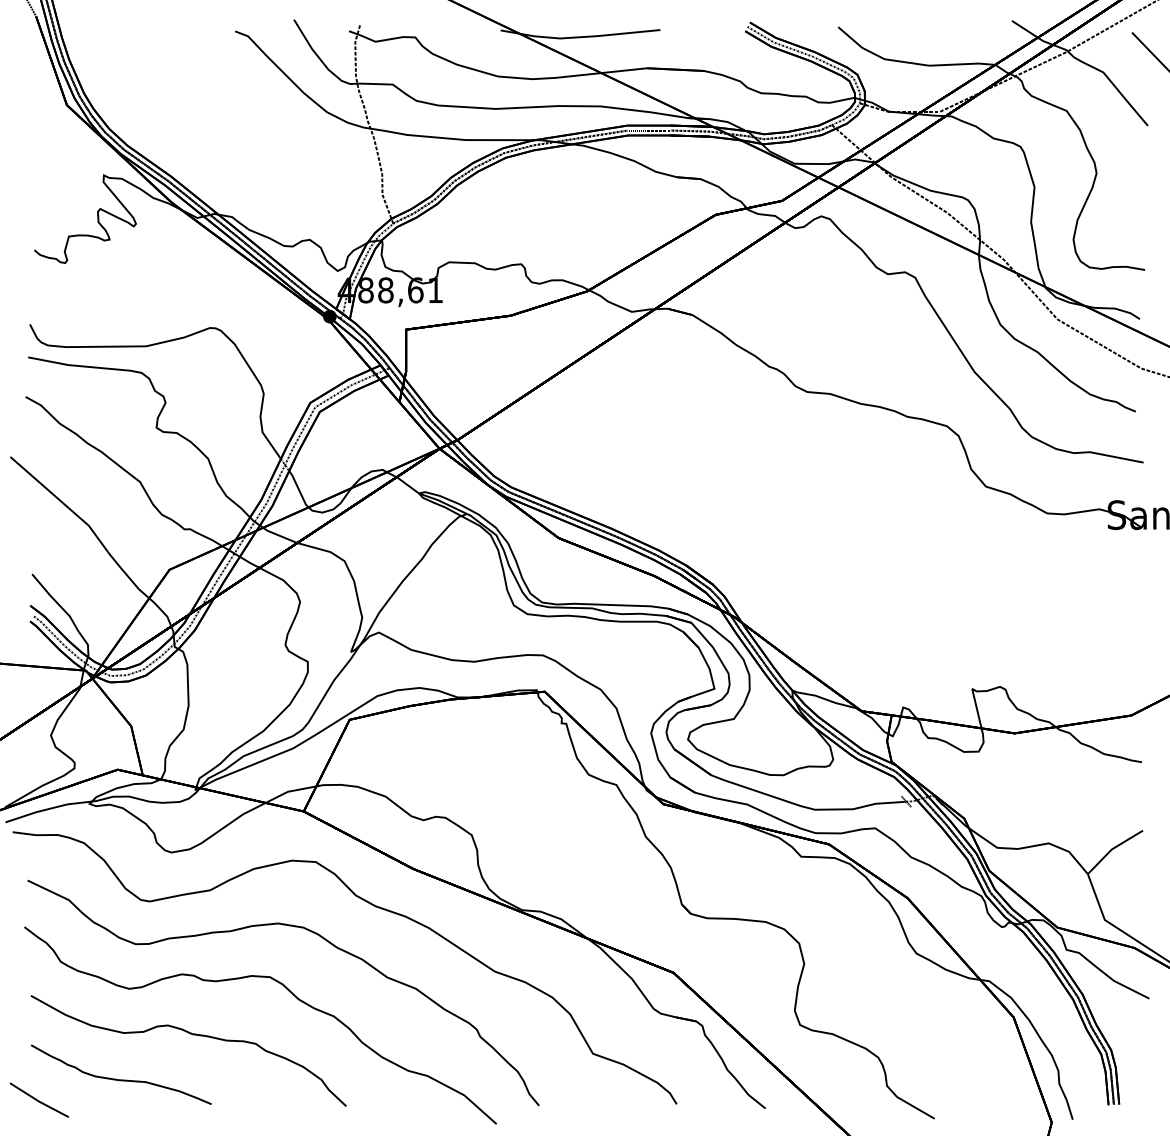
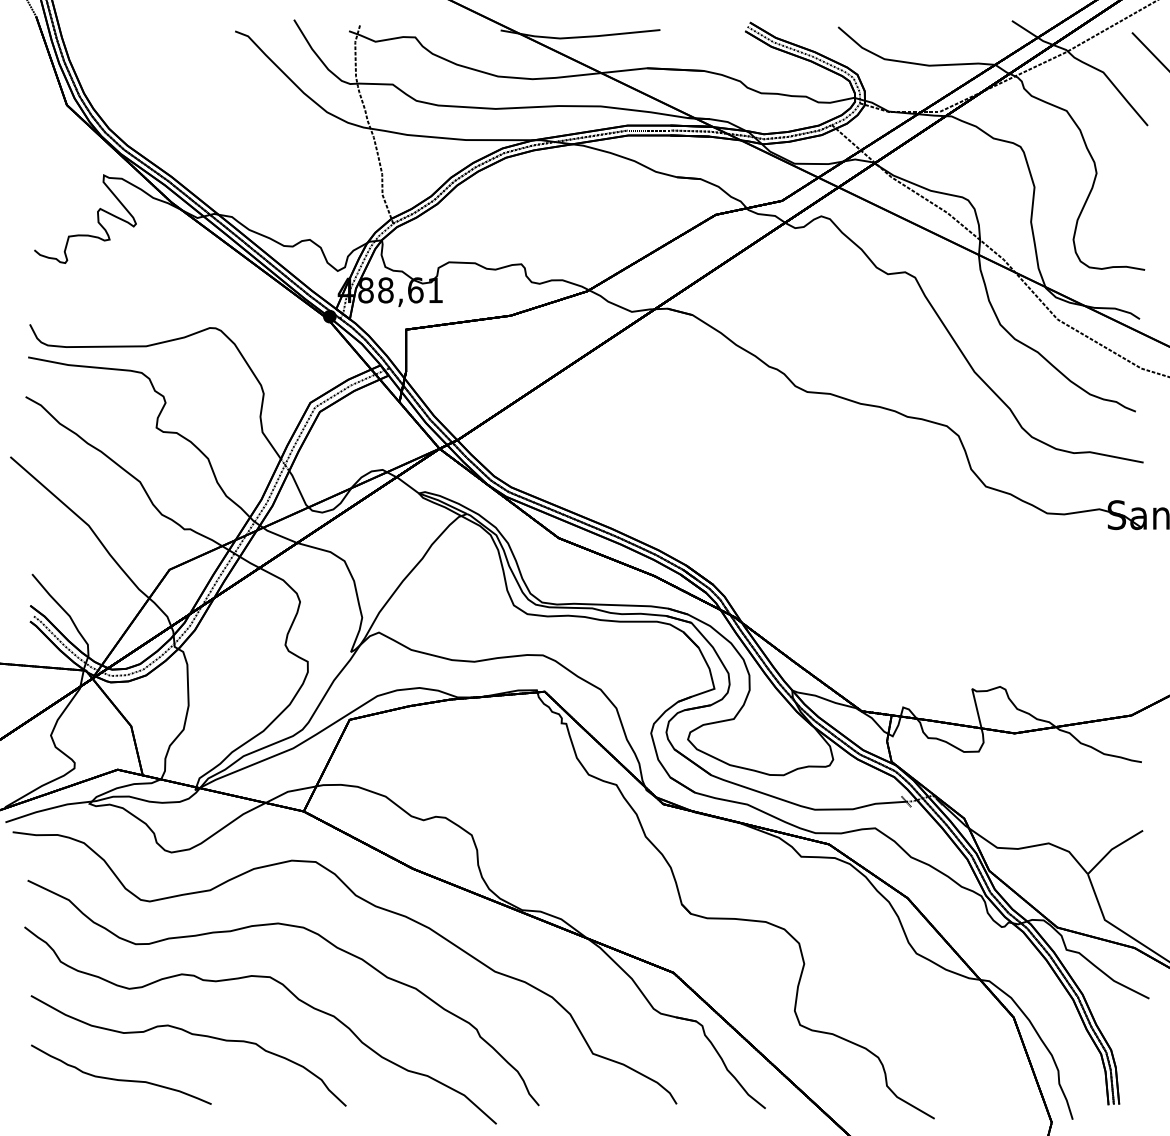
part at (38, 1099): present -> none
